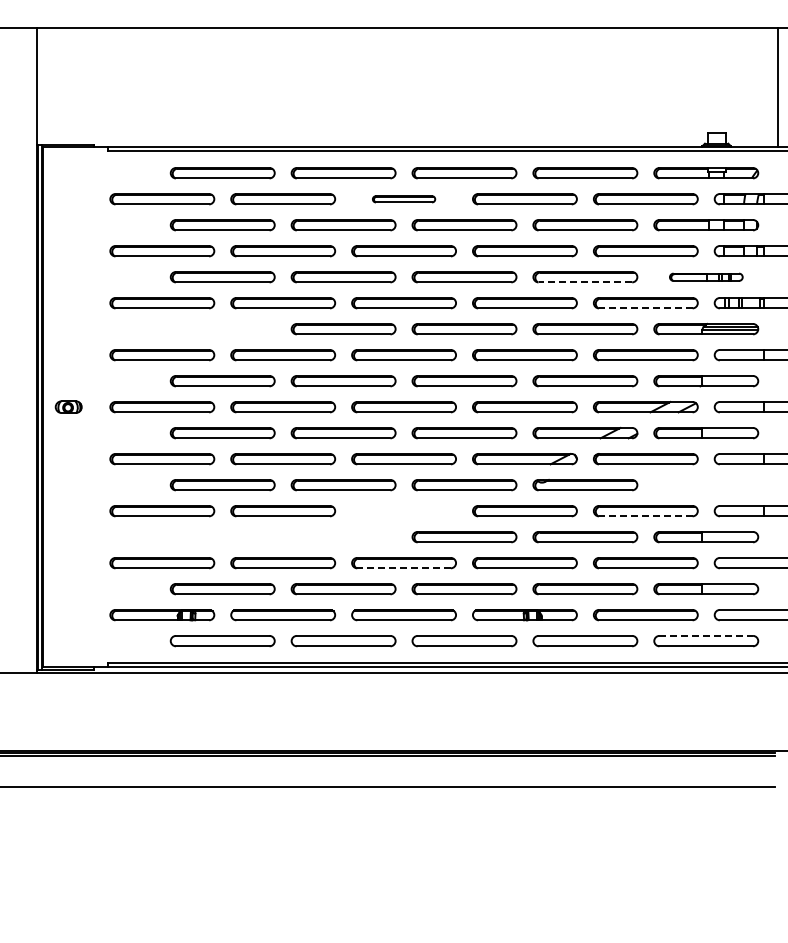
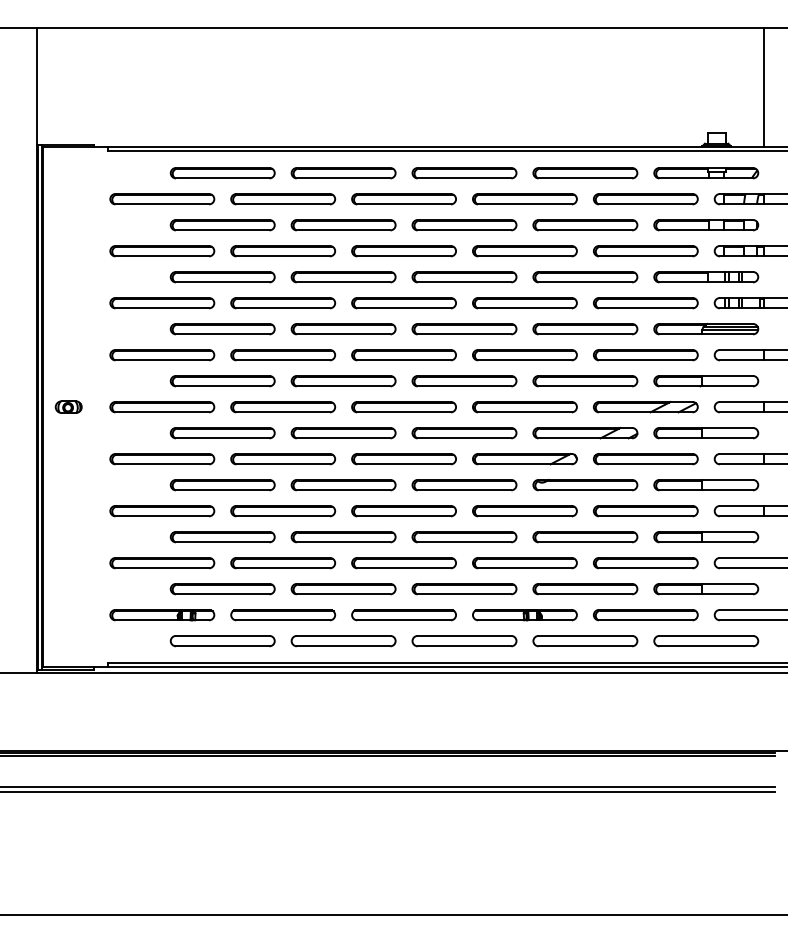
line at (777, 87) position: (777, 87) -> (763, 87)
part at (404, 199) size: 65x9 px -> 106x13 px
part at (706, 276) size: 75x10 px -> 107x13 px
line at (585, 282): dashed -> solid
line at (645, 308): dashed -> solid
part at (222, 329): none -> present
part at (706, 485): none -> present
part at (403, 511): none -> present
line at (645, 516): dashed -> solid
part at (222, 537): none -> present
part at (343, 537): none -> present
line at (404, 568): dashed -> solid
line at (706, 635): dashed -> solid
line at (388, 792): none -> present
line at (393, 914): none -> present
